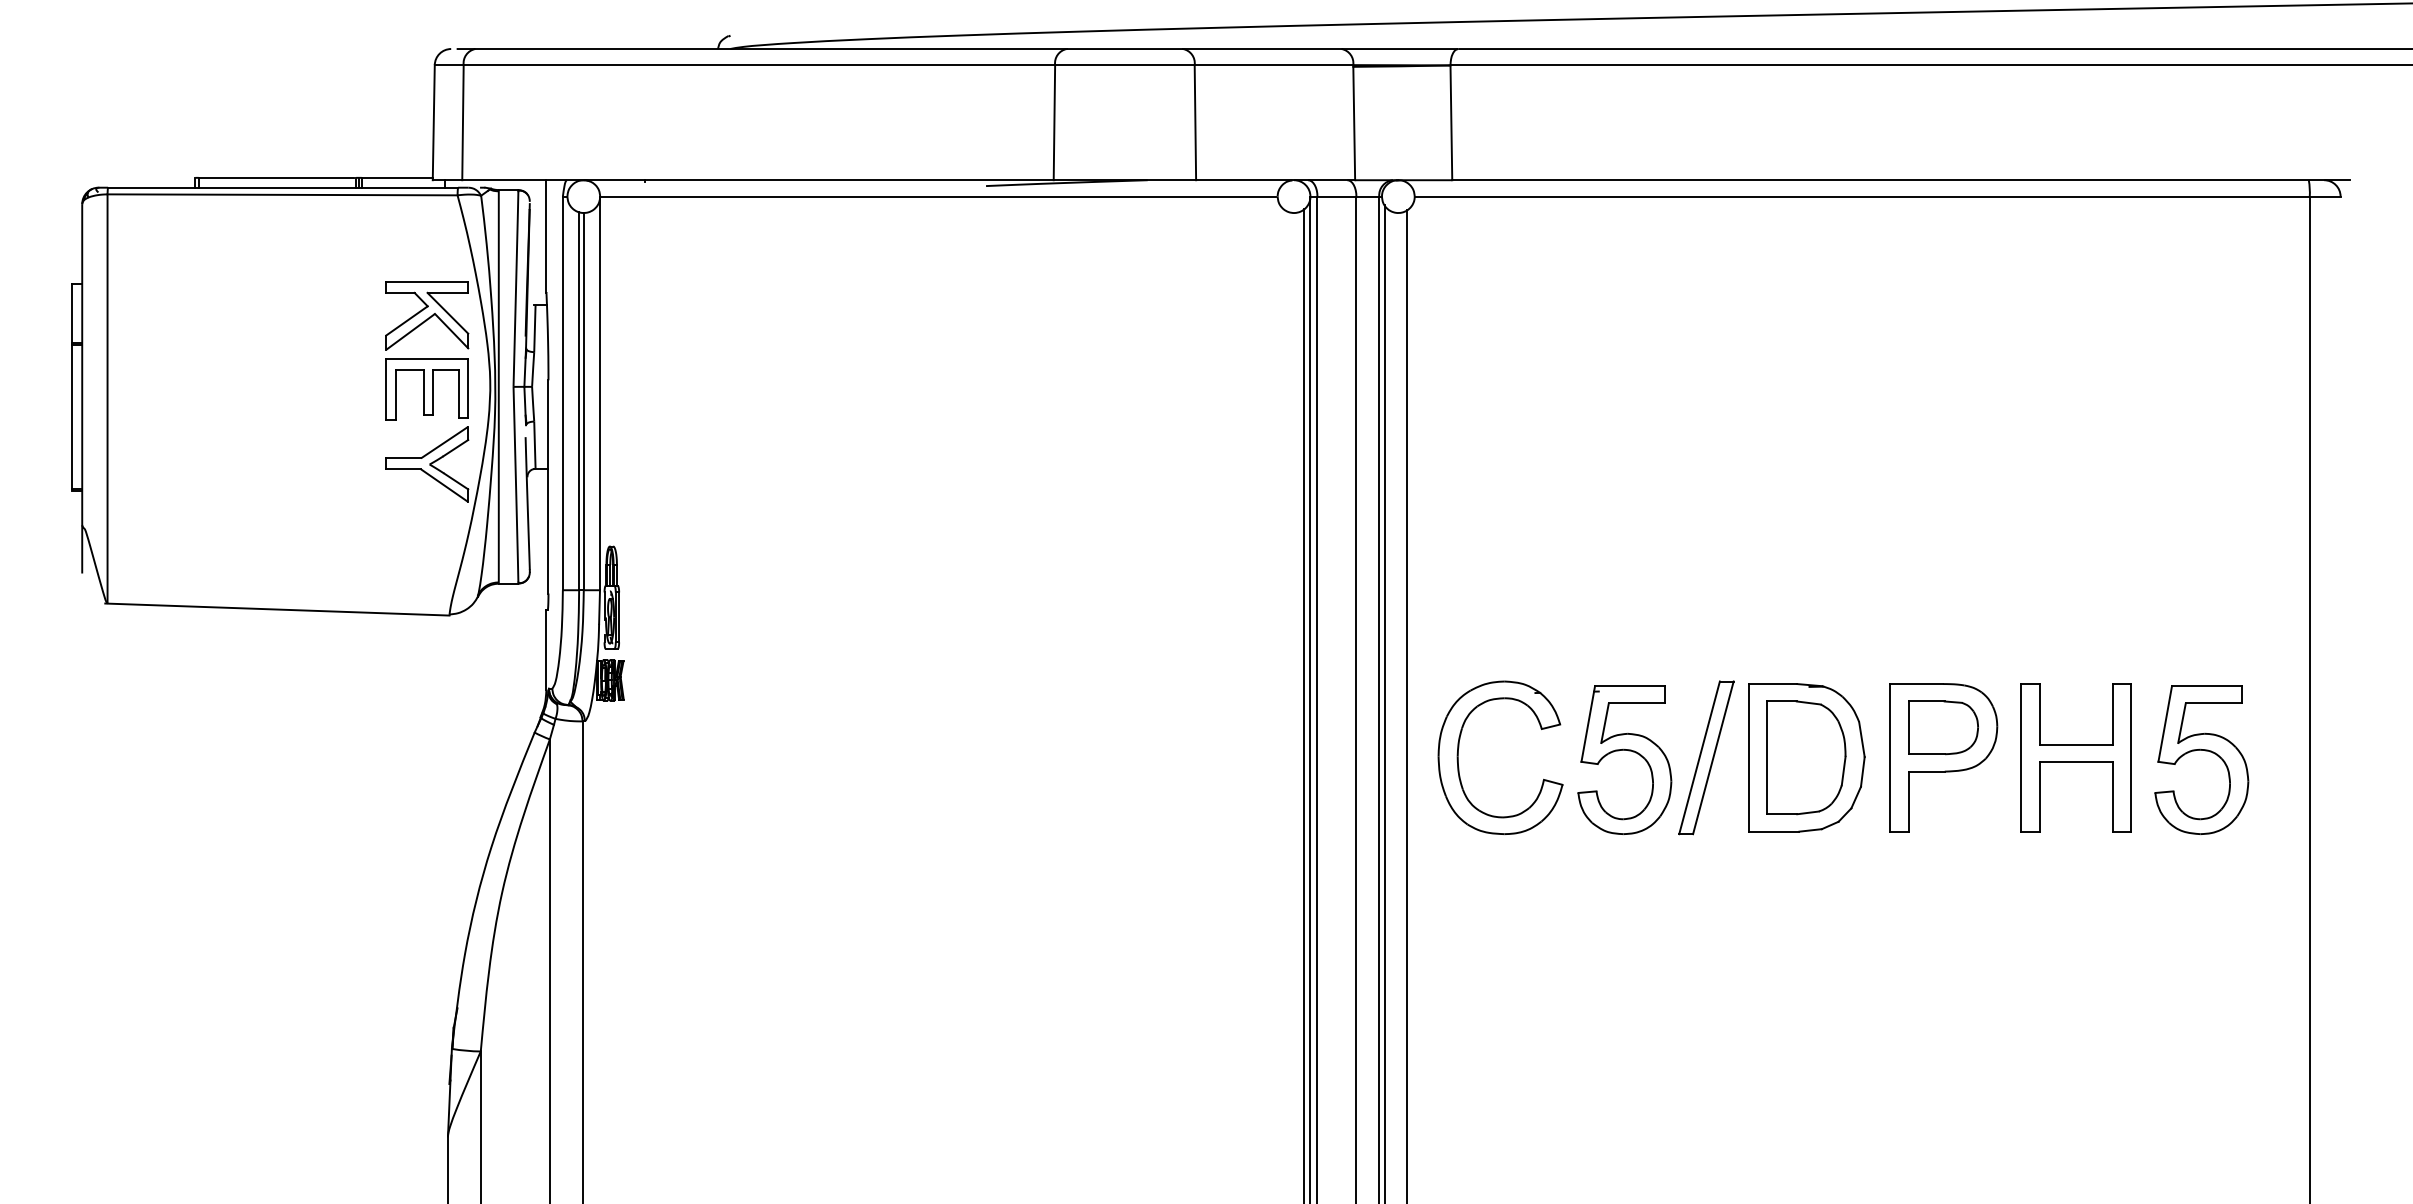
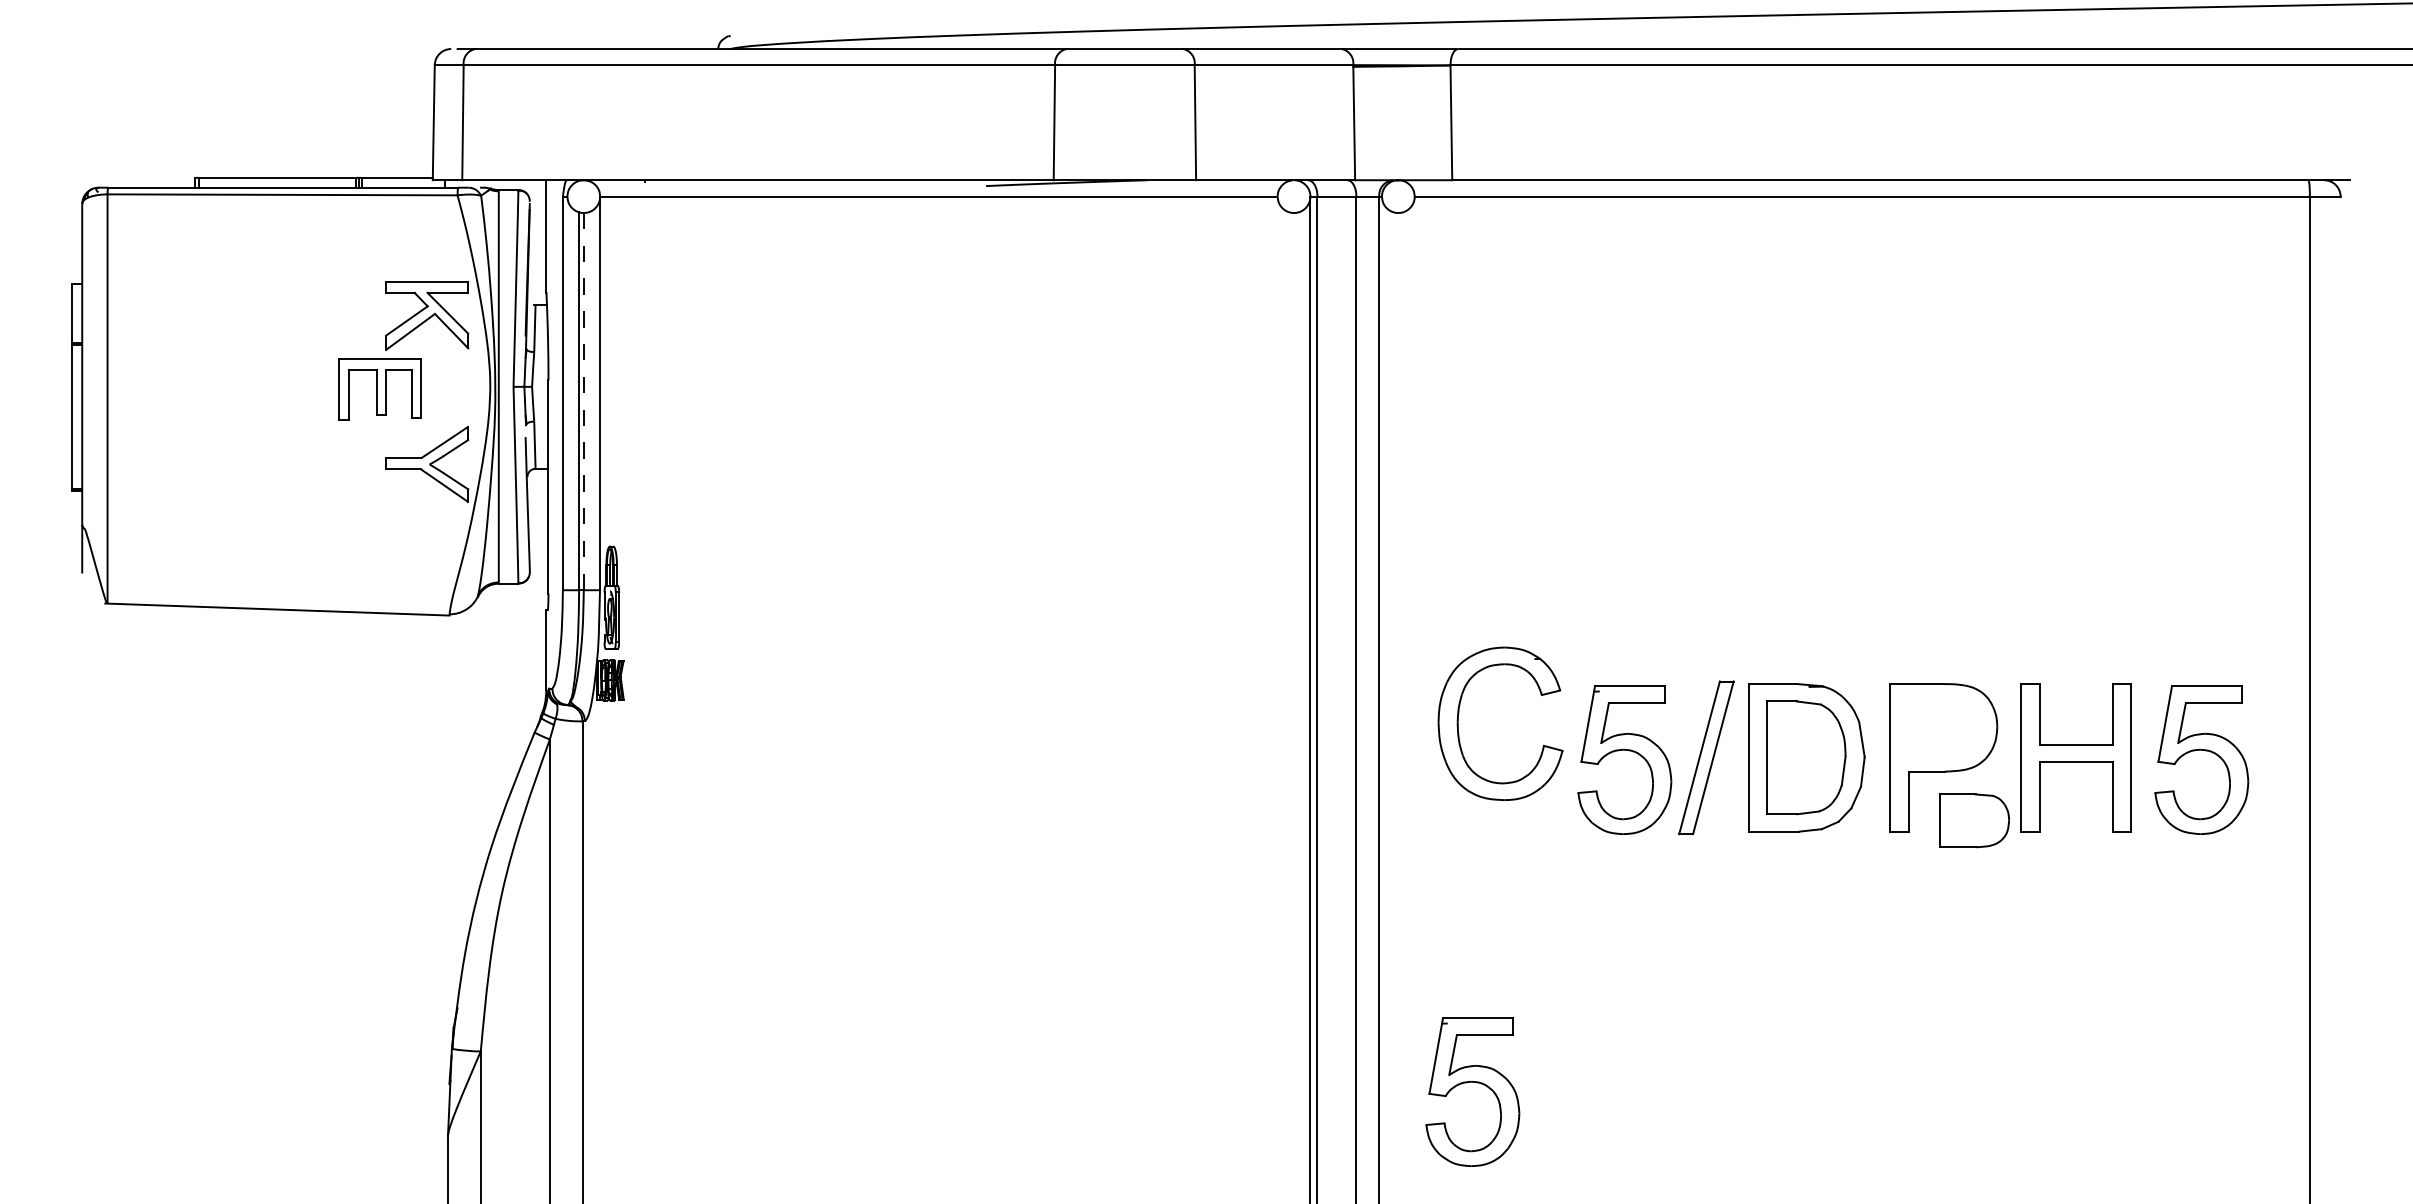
part at (426, 389) position: (426, 389) -> (379, 389)
line at (583, 401): solid -> dashed
line at (1384, 702): present -> none
line at (1304, 704): present -> none
line at (1407, 705): present -> none
part at (1943, 727) position: (1943, 727) -> (1974, 820)
part at (1458, 757) position: (1458, 757) -> (1458, 723)
part at (1476, 1083): none -> present
